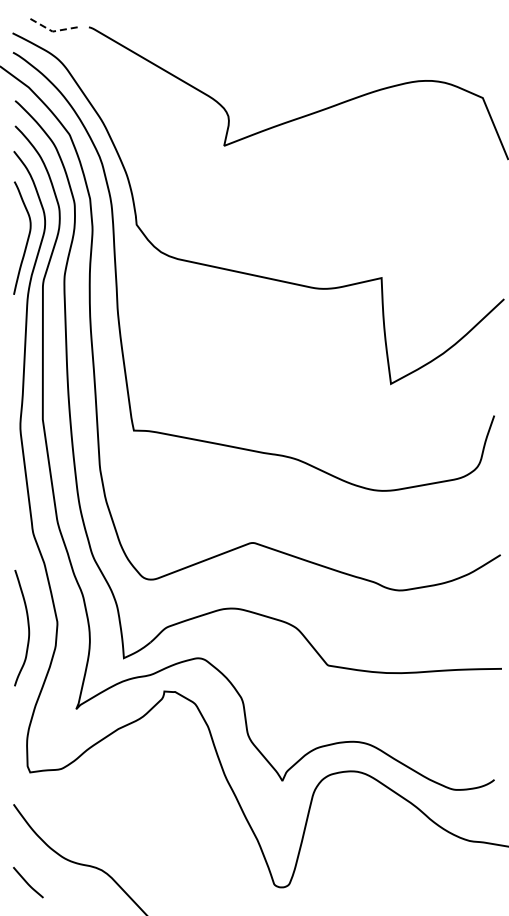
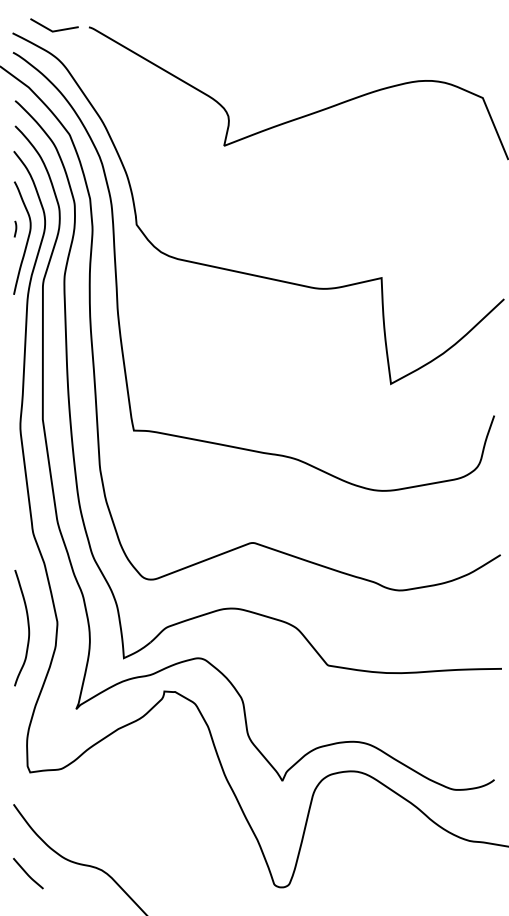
line at (52, 31): dashed -> solid
curve at (15, 228): none -> present
line at (27, 882) position: (27, 882) -> (27, 873)
